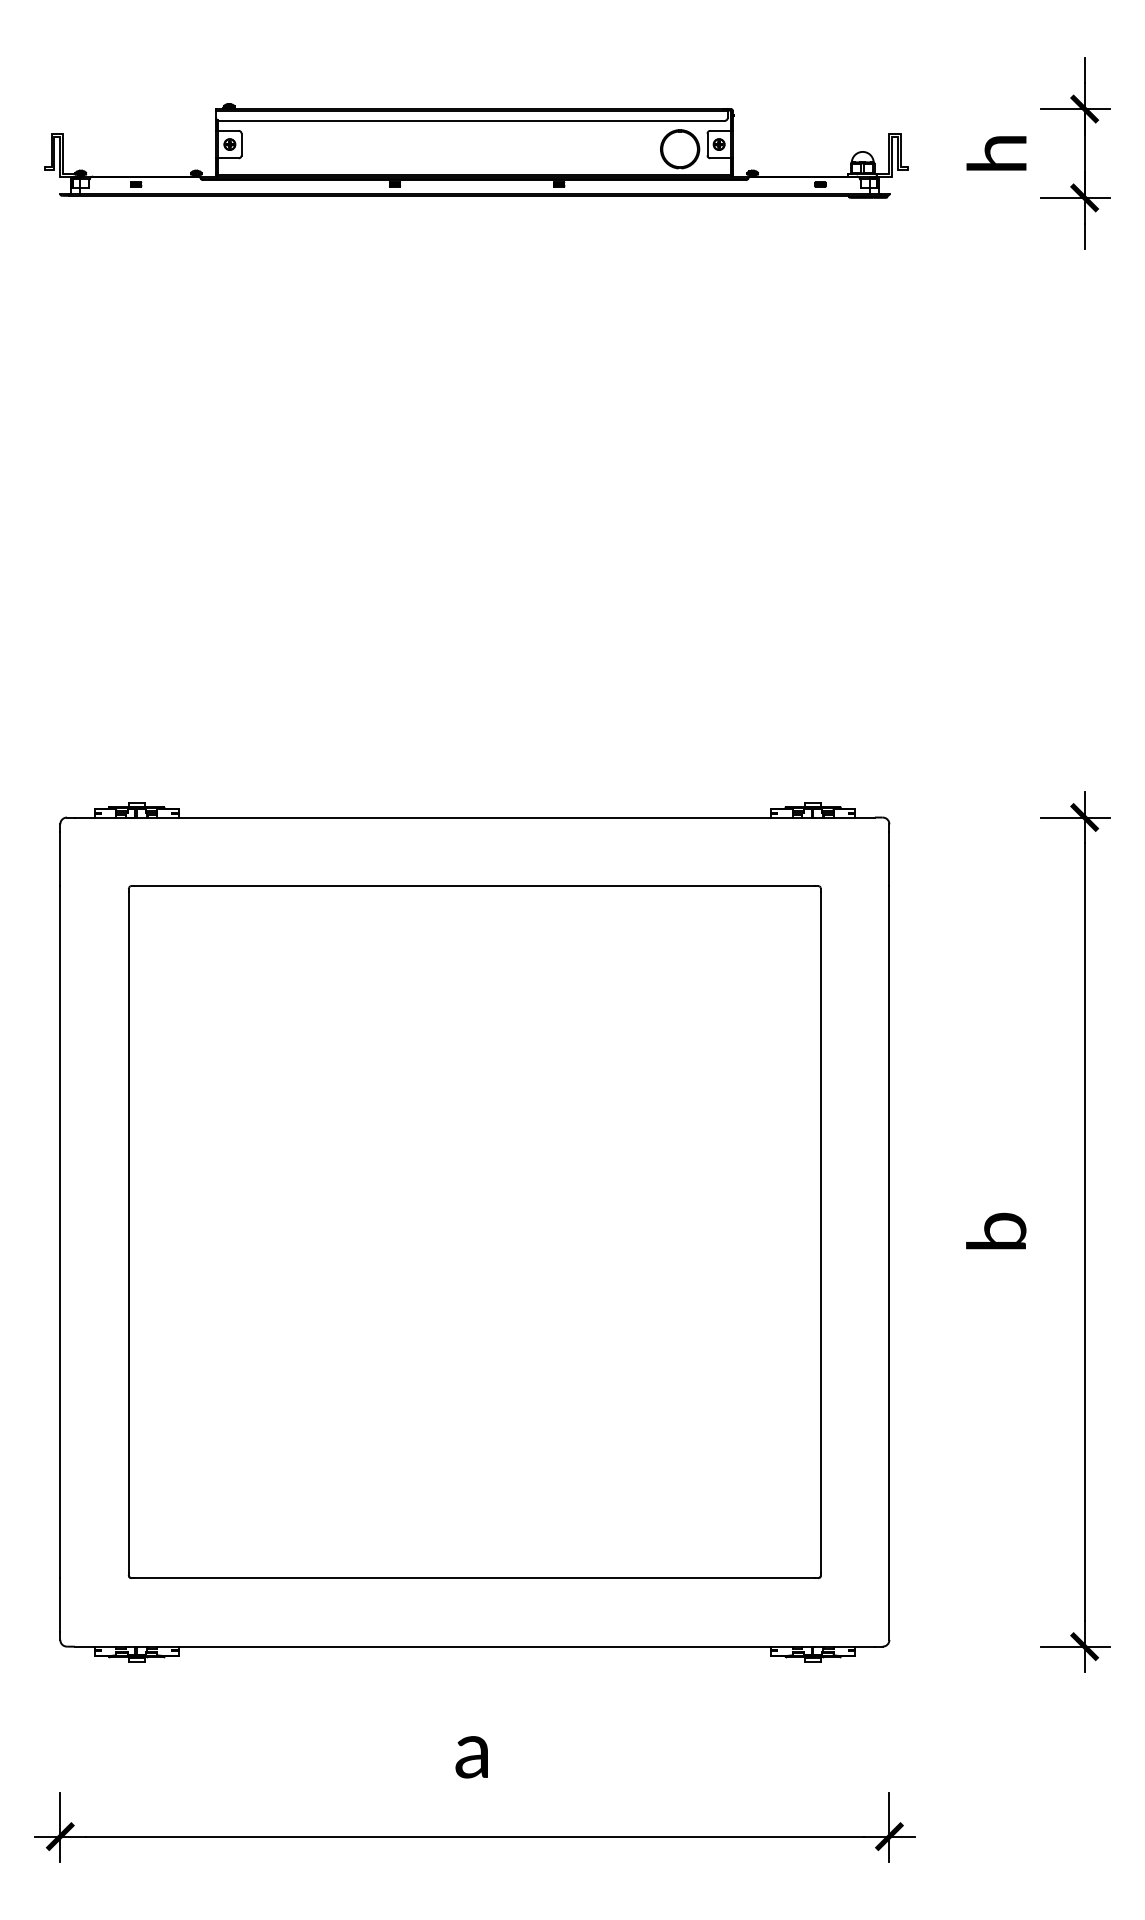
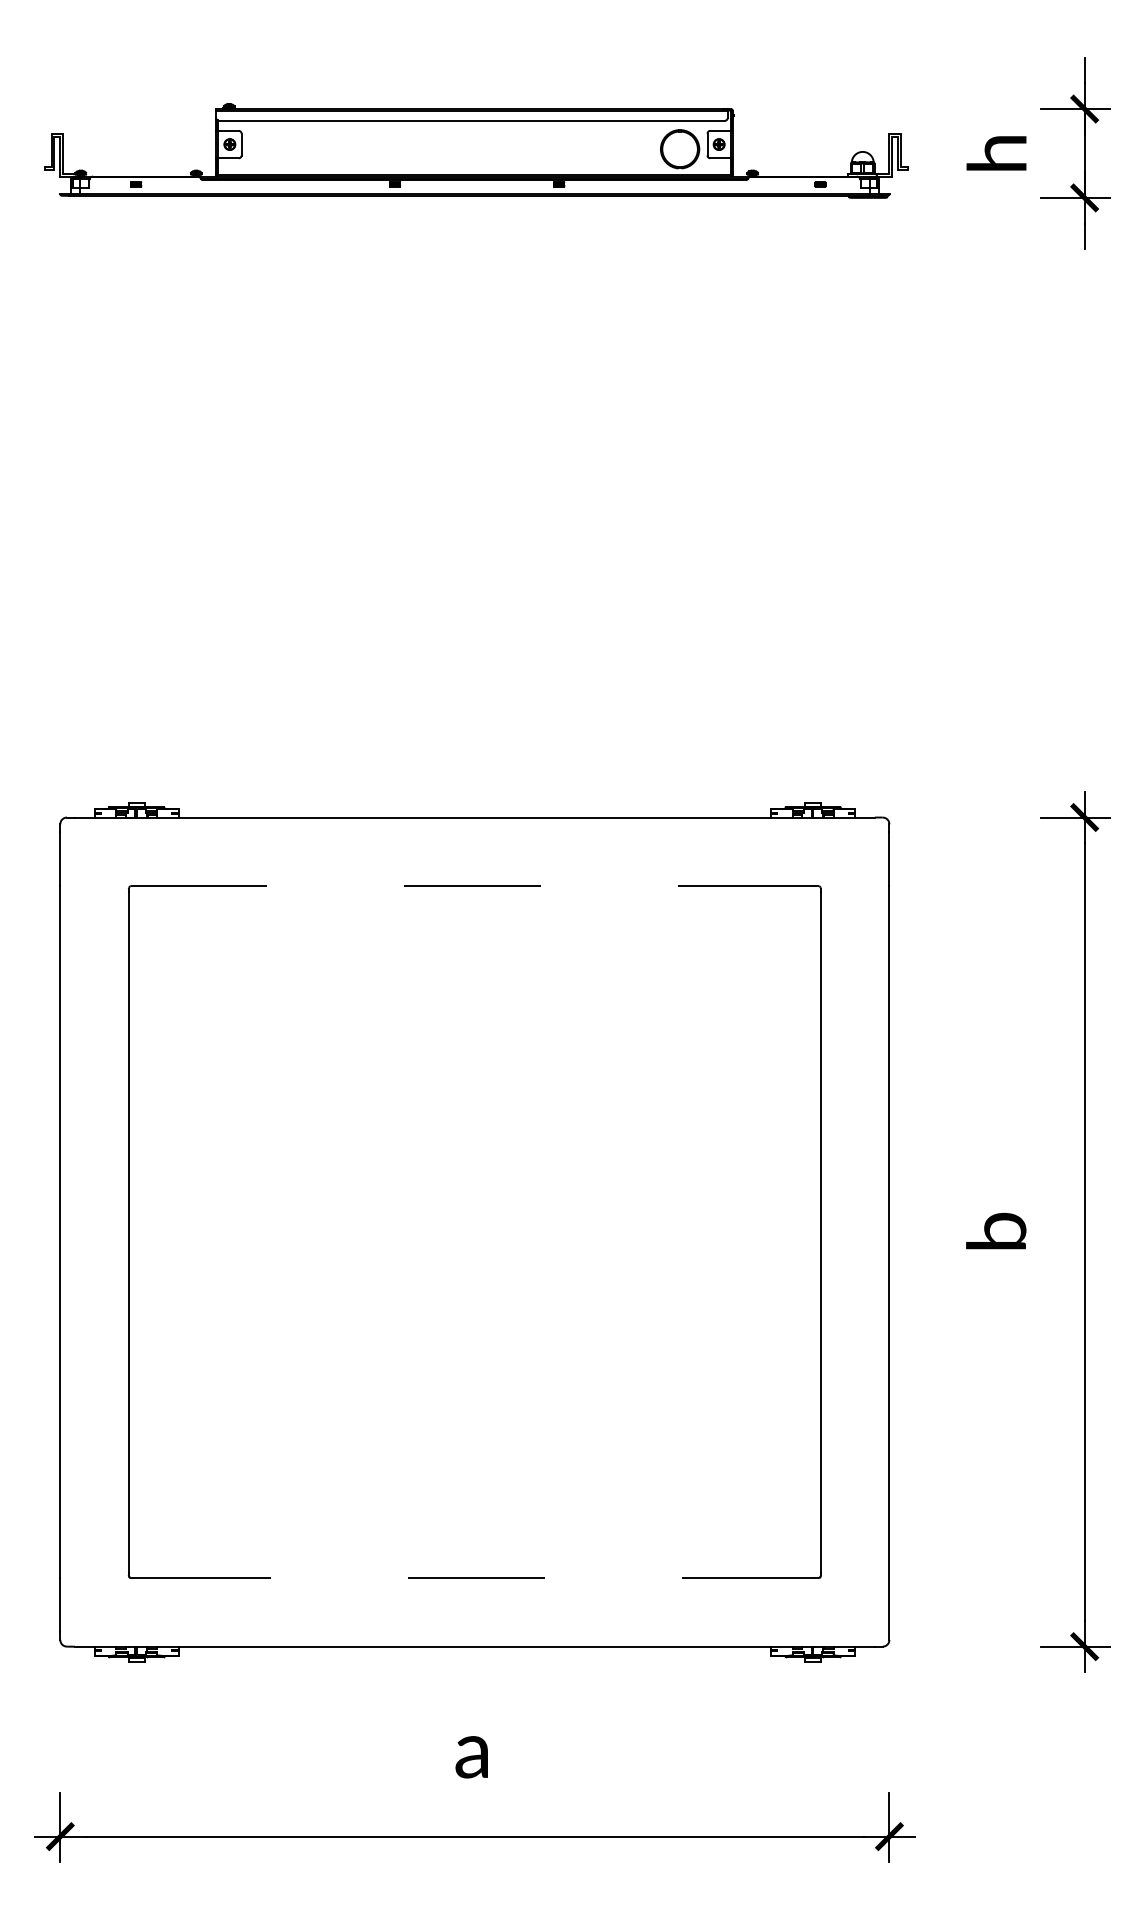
line at (474, 886): solid -> dashed
line at (474, 1578): solid -> dashed
